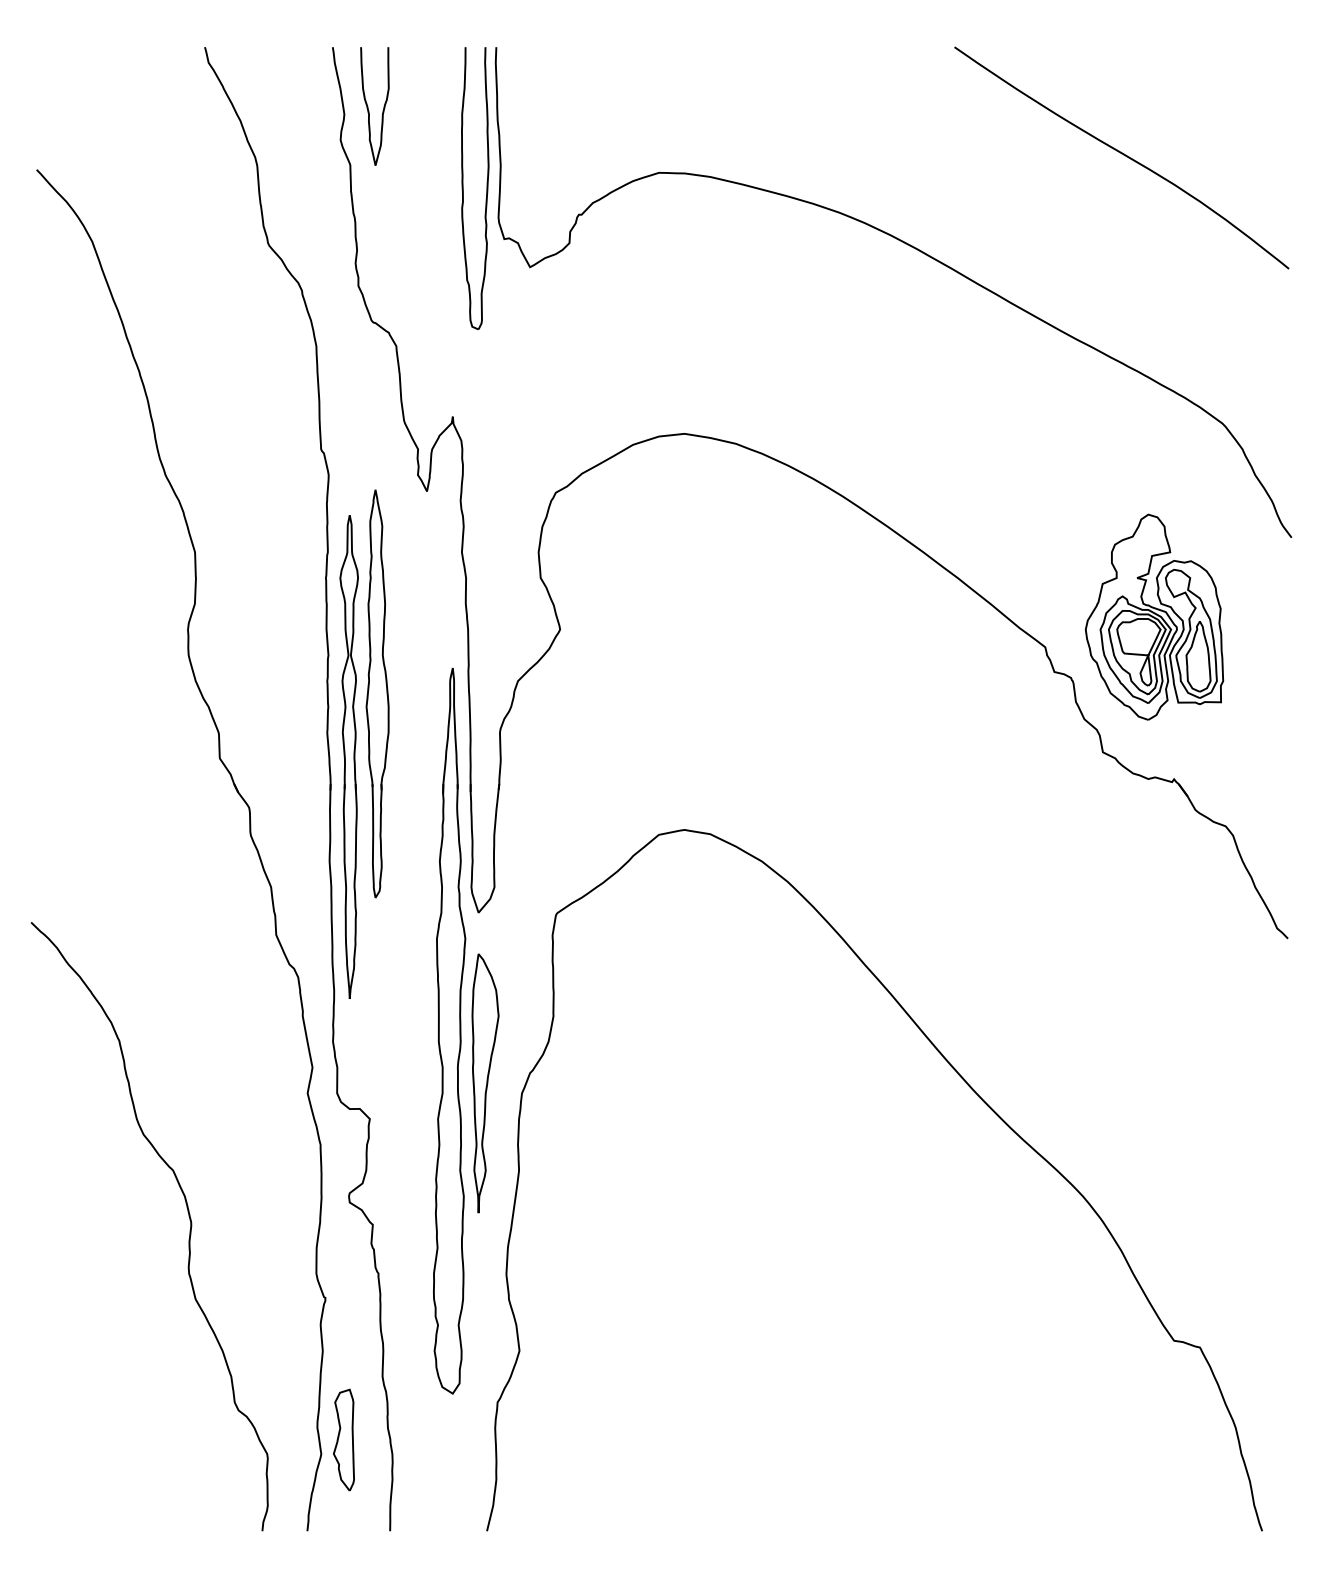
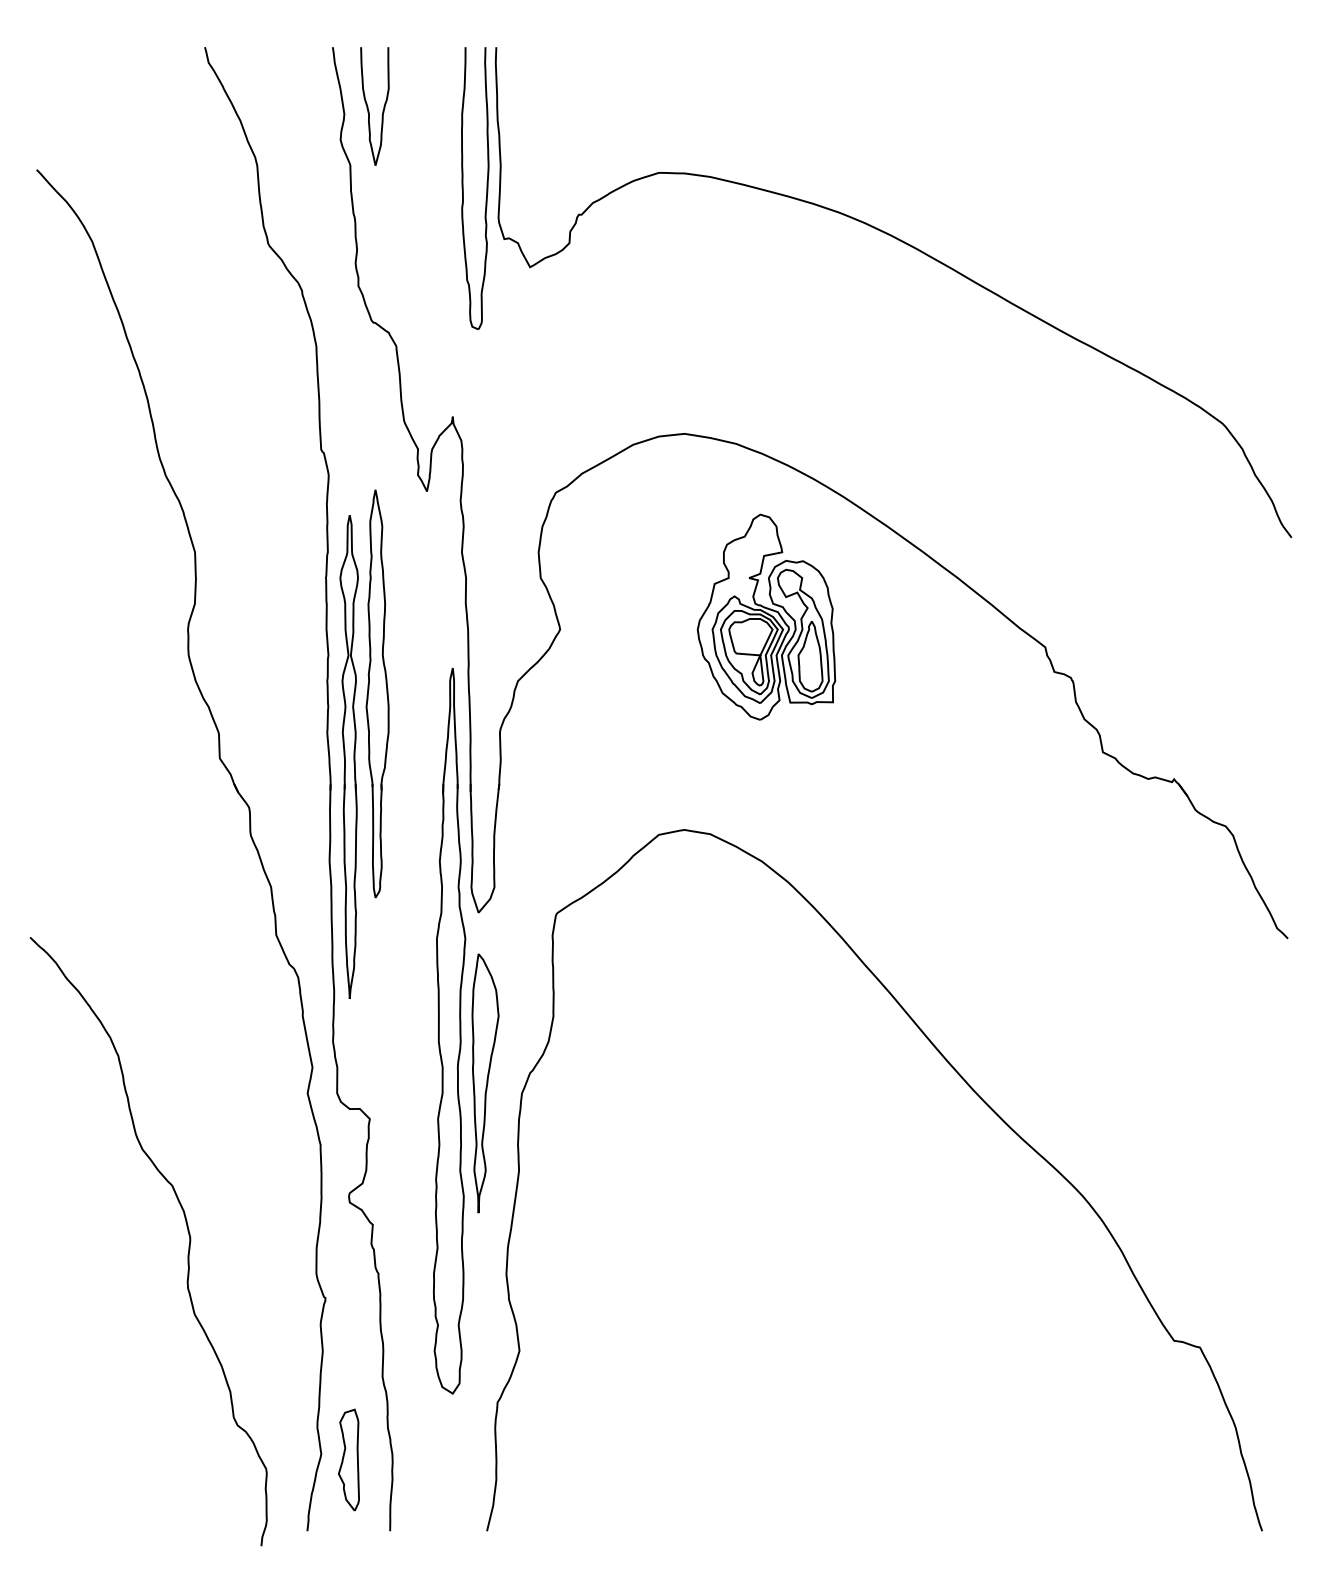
curve at (1123, 155): present -> none
part at (1154, 616) position: (1154, 616) -> (766, 616)
curve at (189, 1230) position: (189, 1230) -> (188, 1245)
part at (343, 1439) position: (343, 1439) -> (348, 1459)
